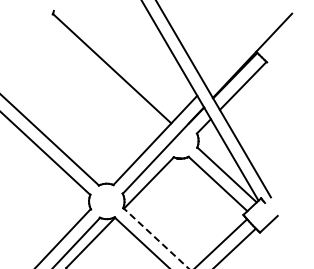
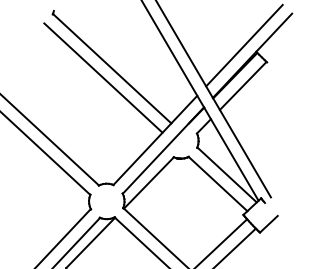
line at (244, 45): none -> present
line at (103, 77): none -> present
line at (156, 238): dashed -> solid
